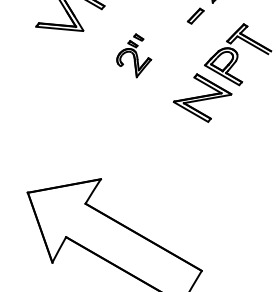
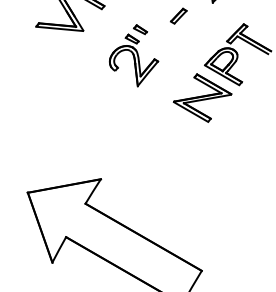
part at (195, 15) position: (195, 15) -> (178, 15)
part at (134, 55) size: 37x46 px -> 51x64 px
